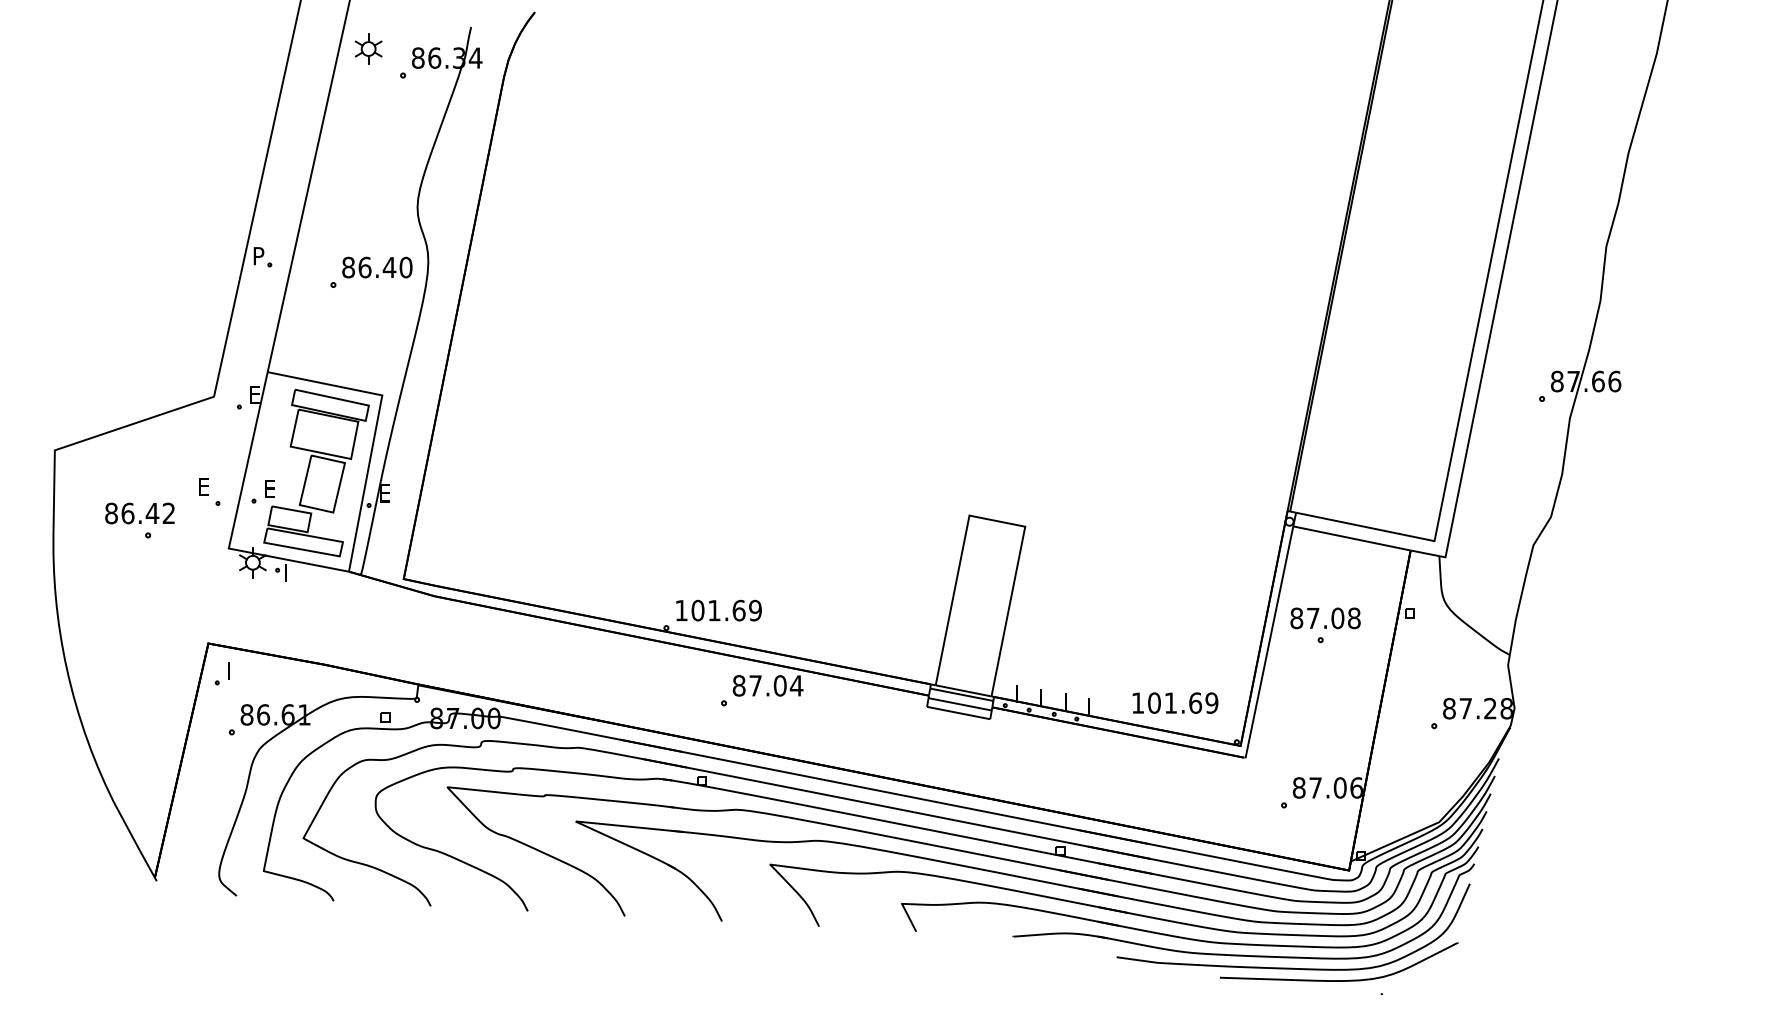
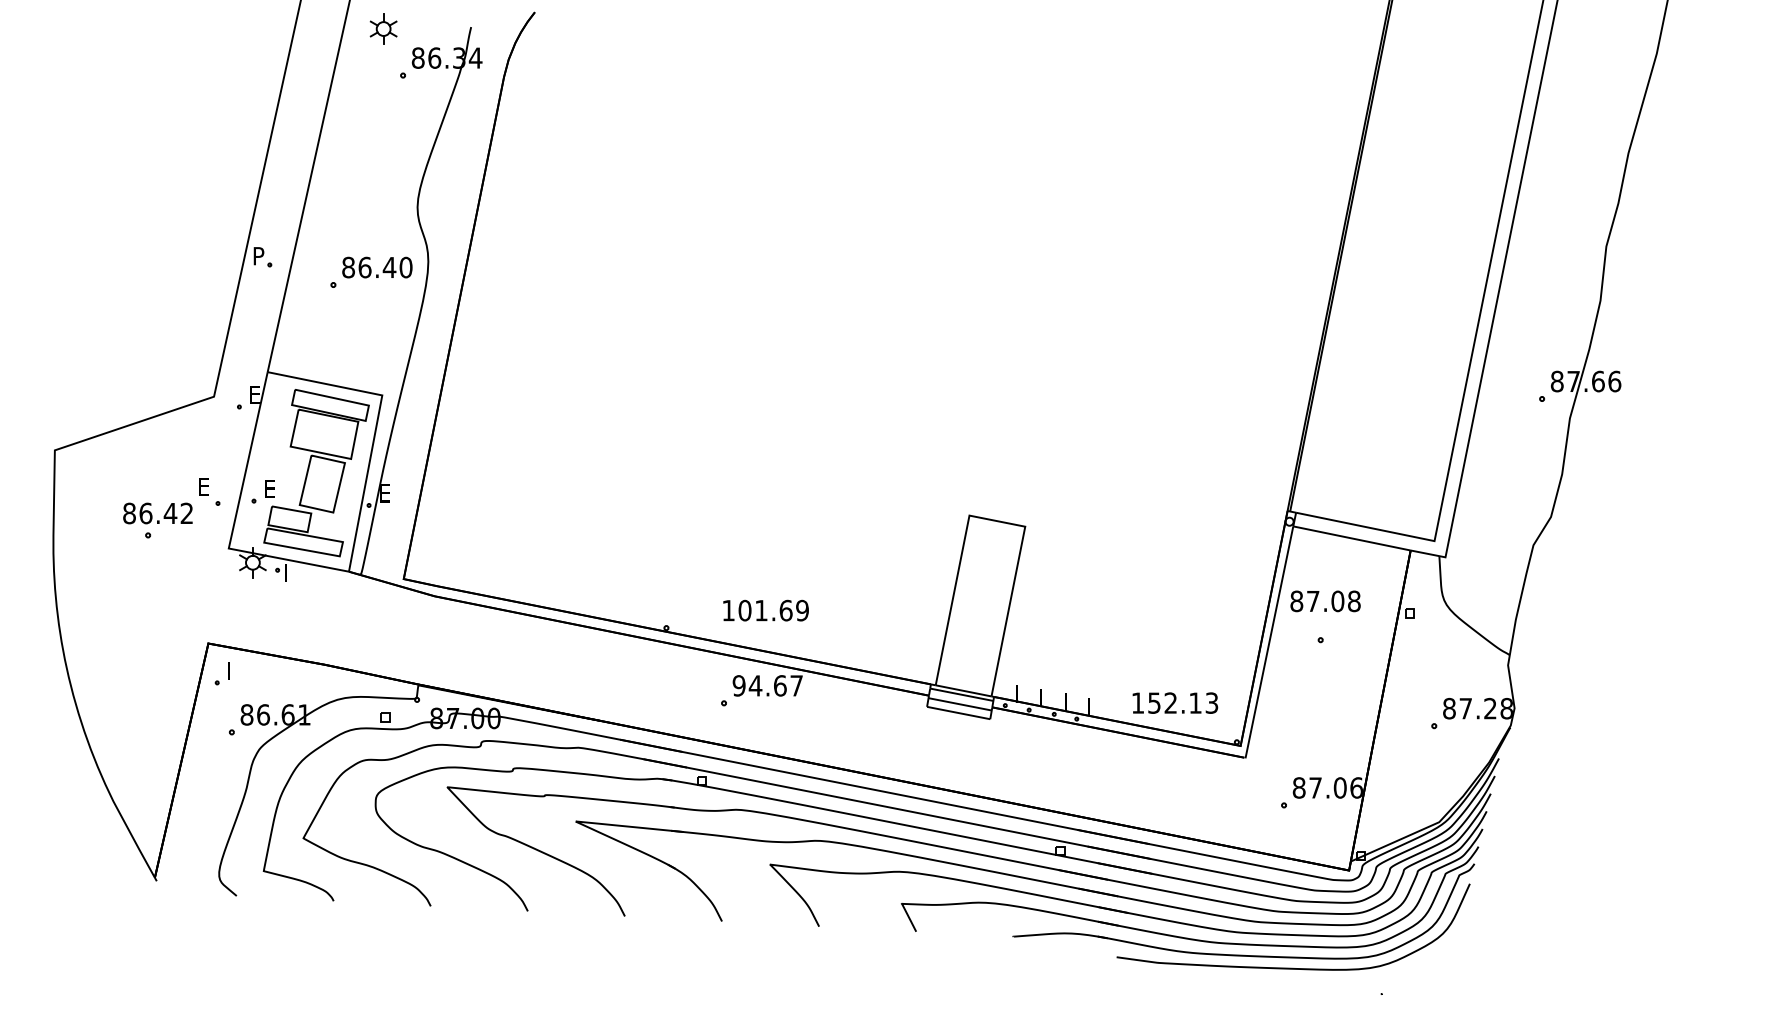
part at (368, 48) position: (368, 48) -> (383, 28)
text at (139, 513) position: (139, 513) -> (157, 513)
text at (718, 610) position: (718, 610) -> (765, 610)
text at (1325, 618) position: (1325, 618) -> (1325, 601)
text at (767, 685): 87.04 -> 94.67
text at (1183, 702): 101.69 -> 152.13
curve at (1339, 980): present -> none
